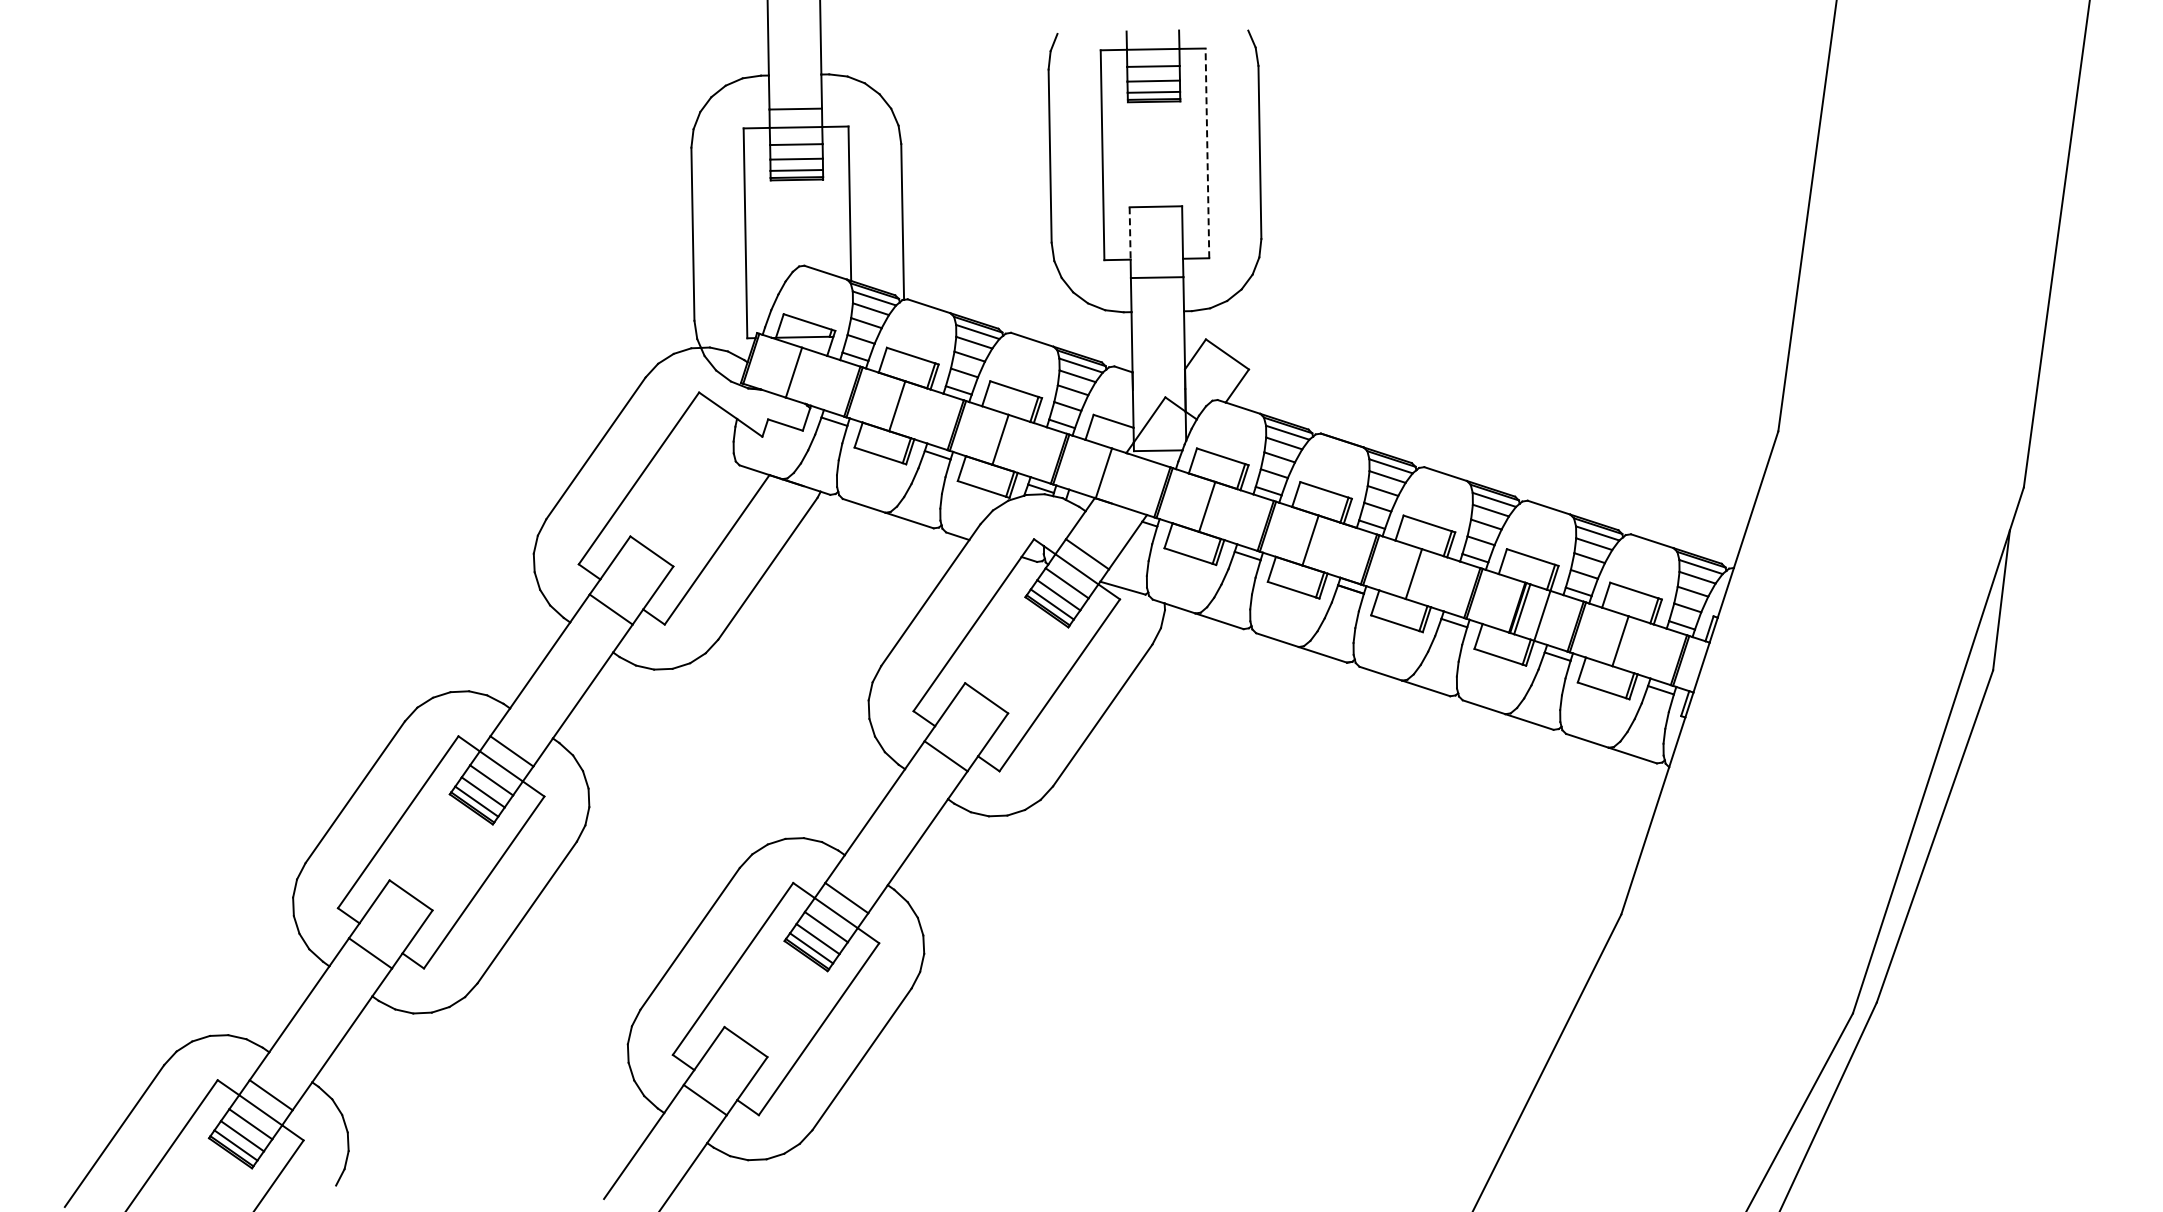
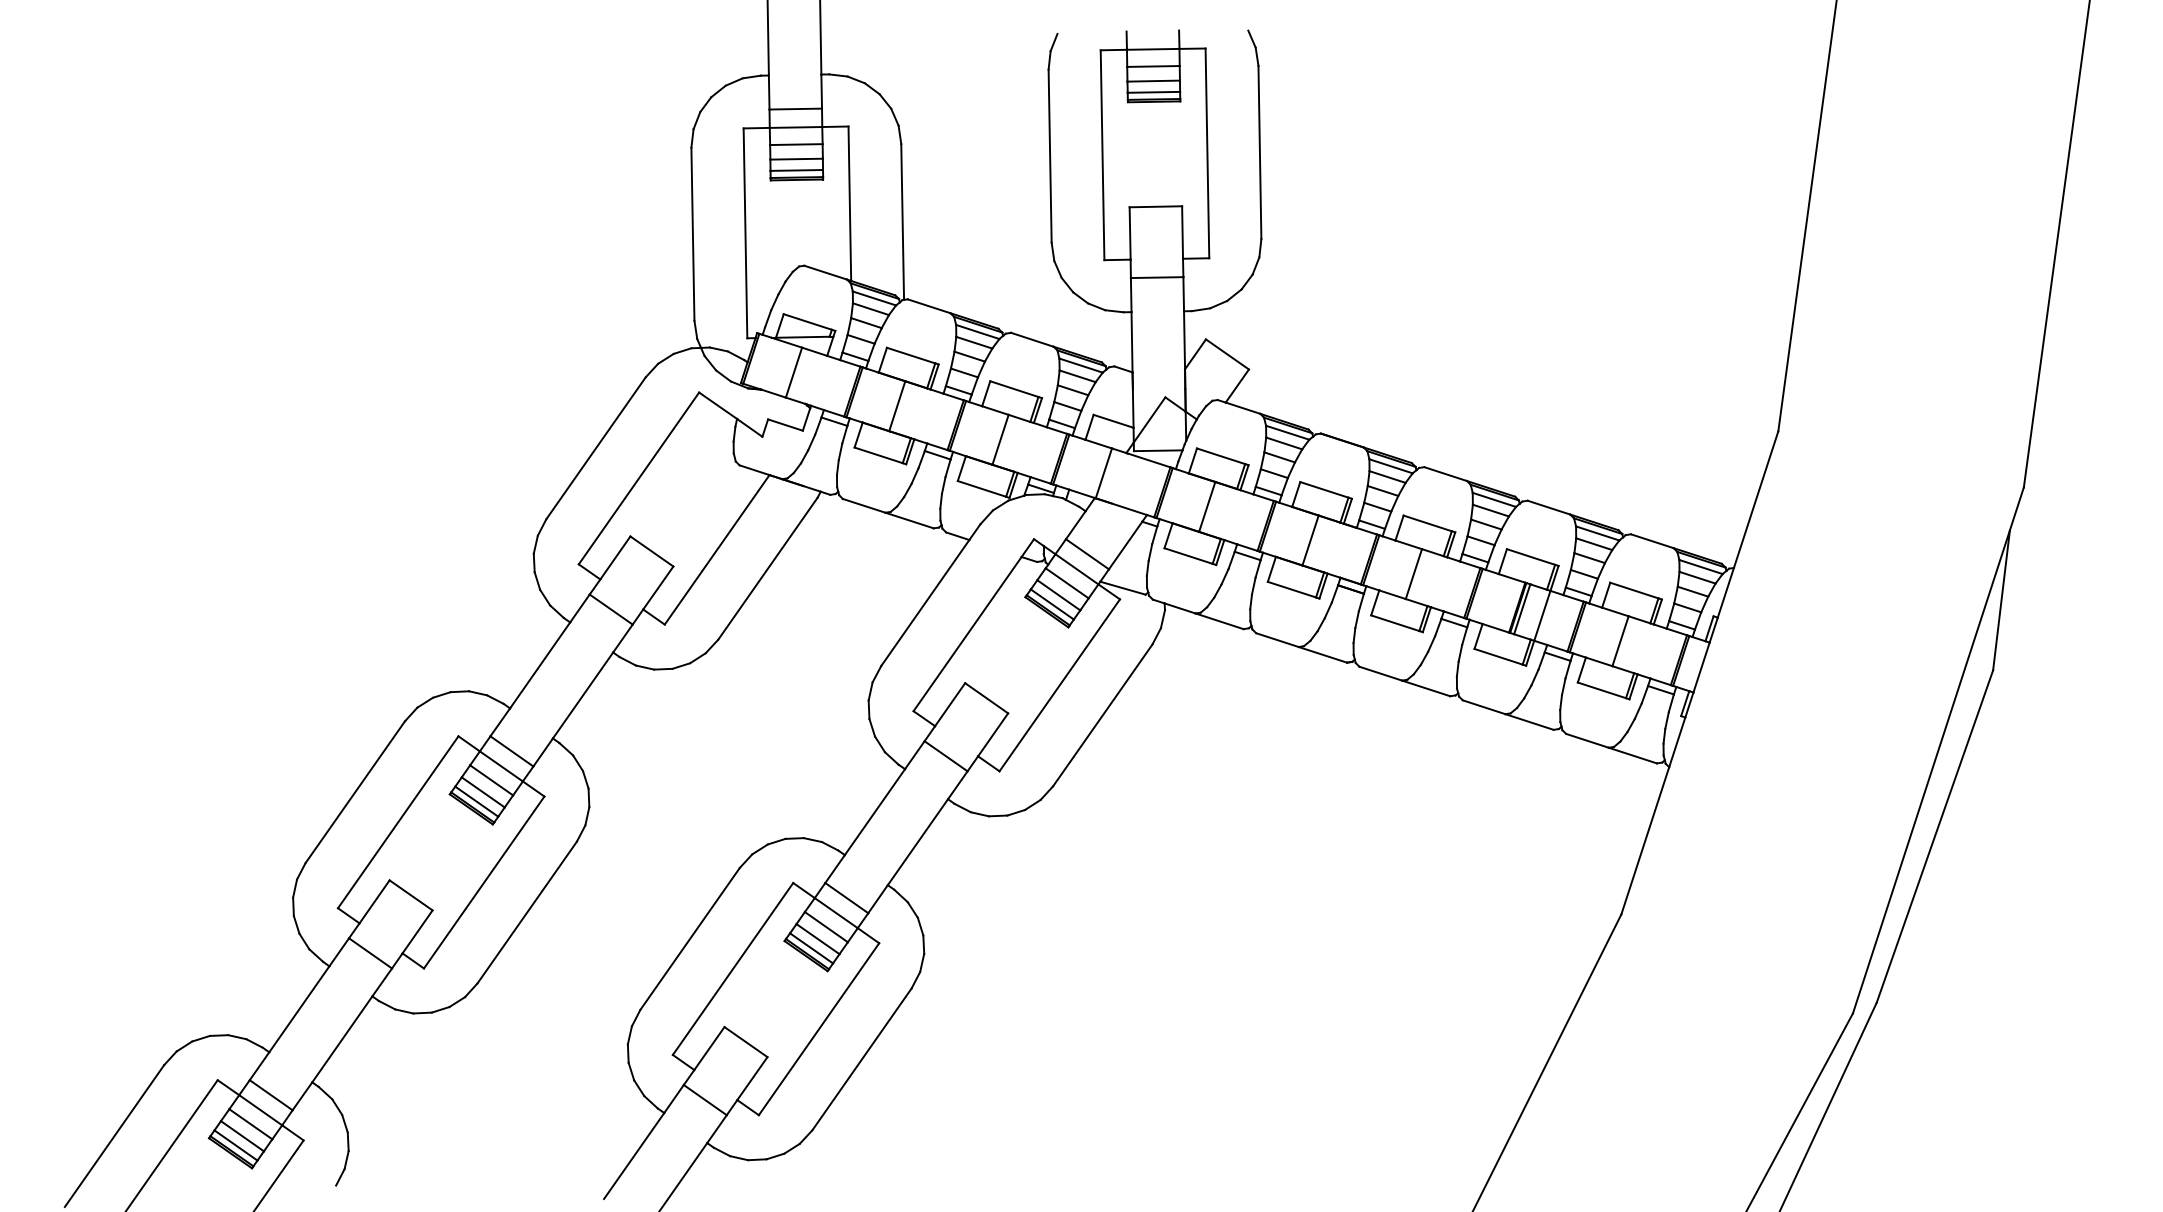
line at (1207, 153): dashed -> solid
line at (1130, 233): dashed -> solid
